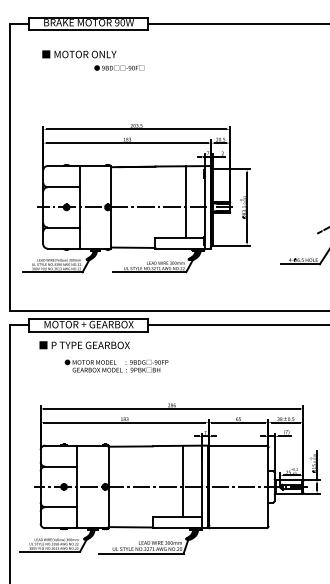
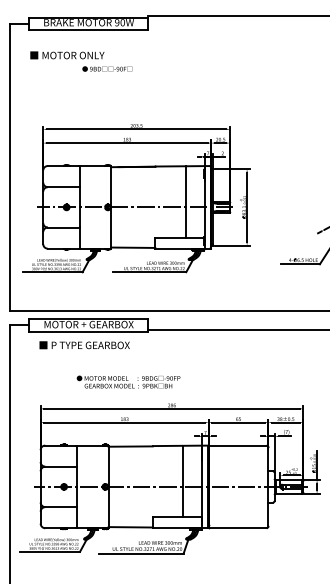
line at (237, 23) position: (237, 23) -> (237, 15)
text at (93, 60) position: (93, 60) -> (81, 61)
line at (237, 325) position: (237, 325) -> (237, 330)
text at (116, 365) position: (116, 365) -> (128, 381)
